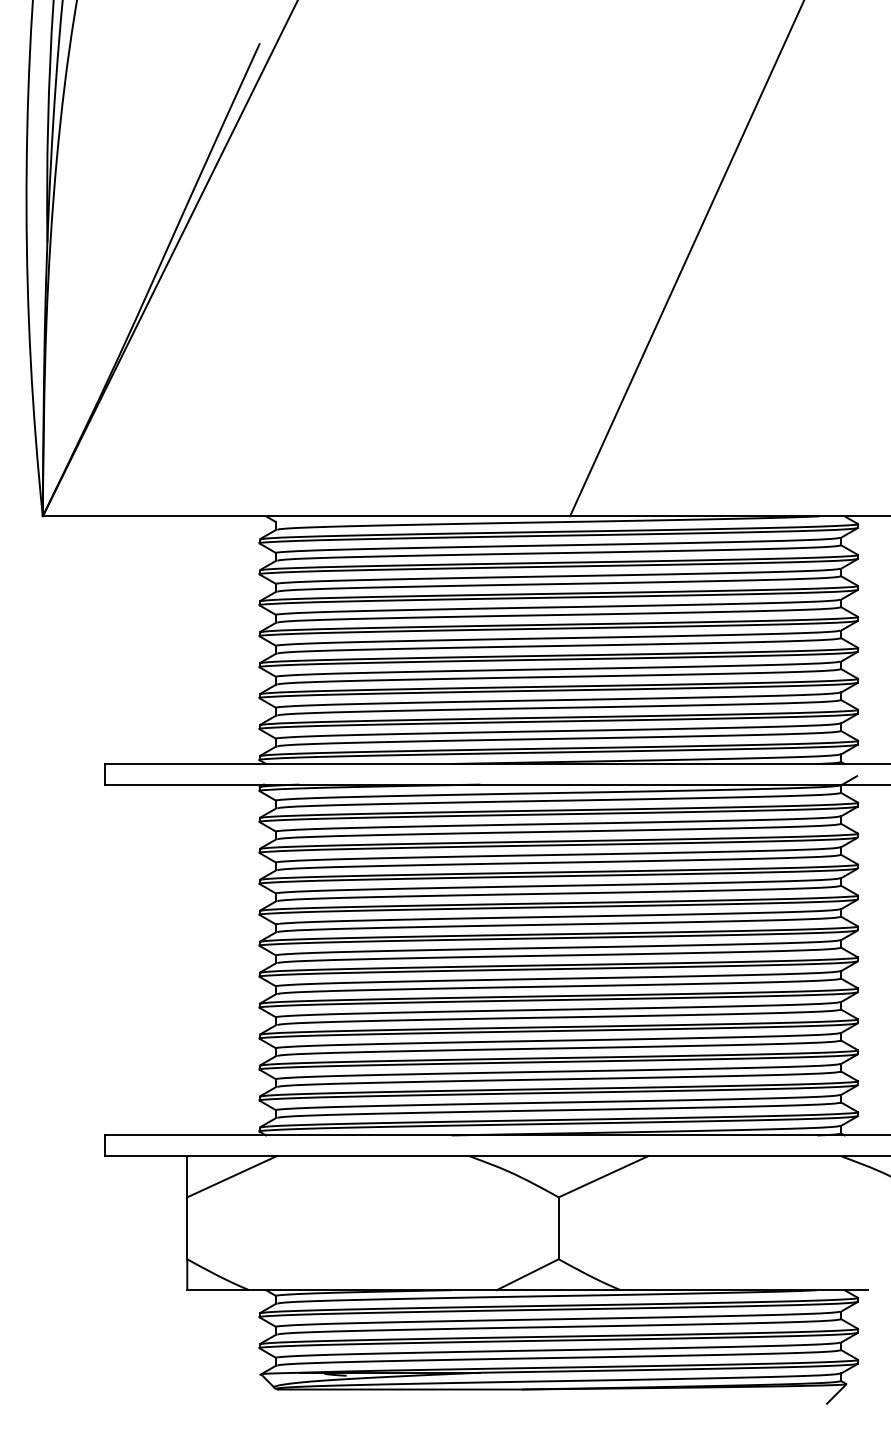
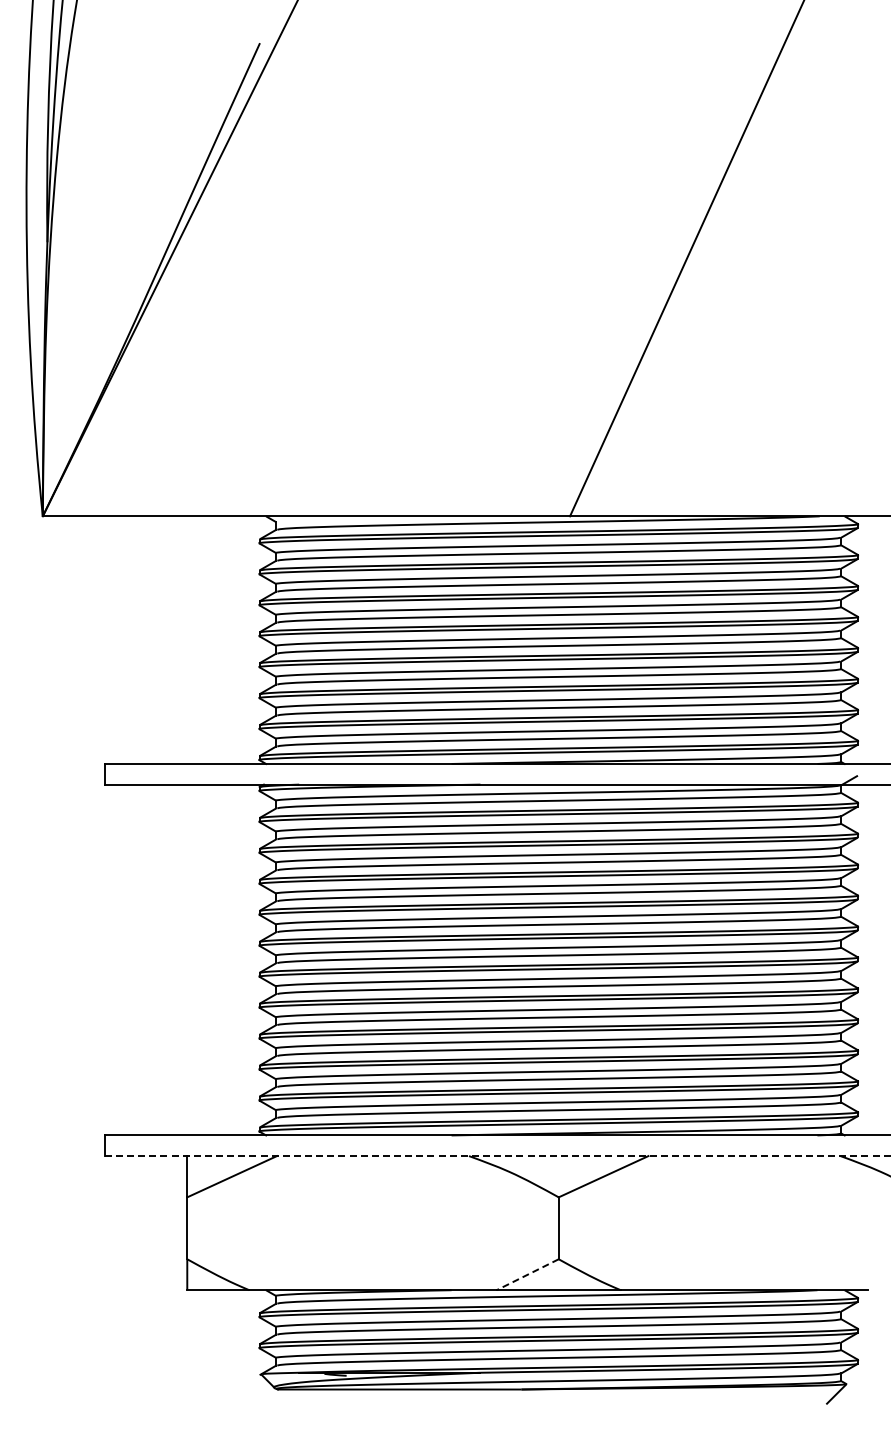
line at (498, 1156): solid -> dashed
line at (527, 1274): solid -> dashed
